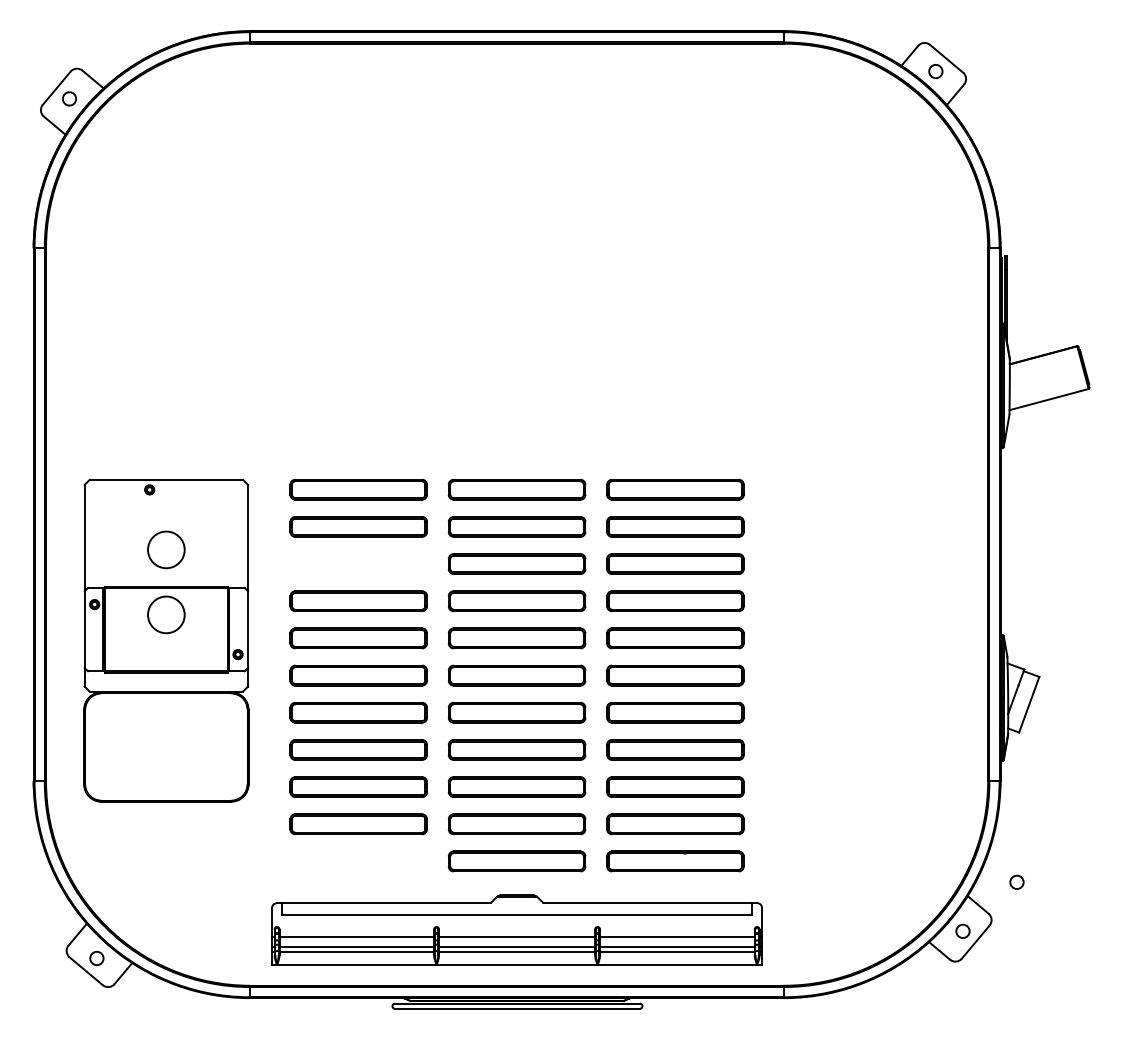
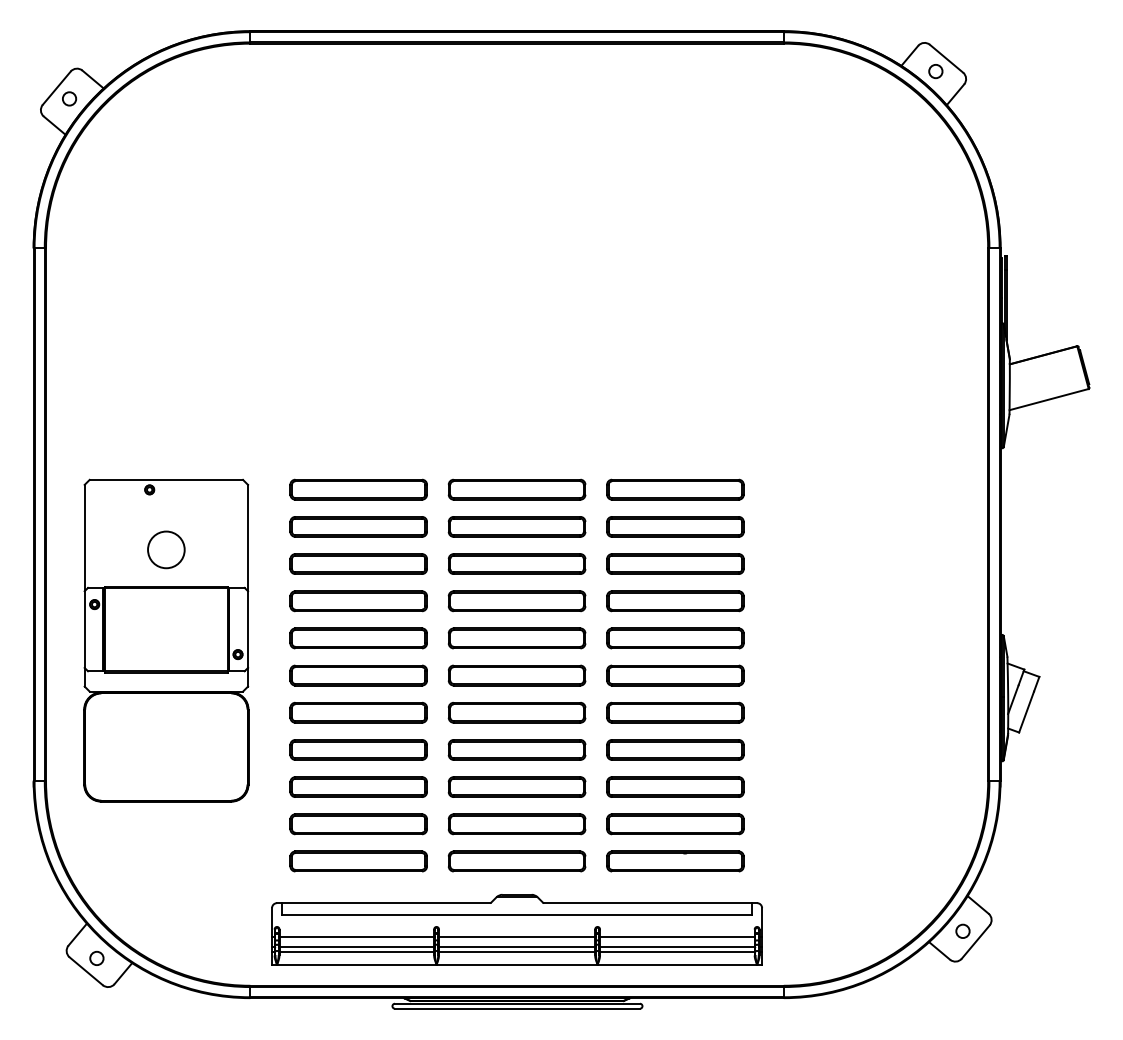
part at (358, 563): none -> present
circle at (166, 614): present -> none
part at (358, 861): none -> present
circle at (1016, 881): present -> none
